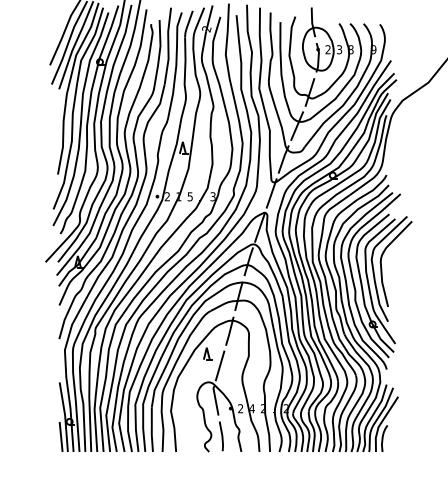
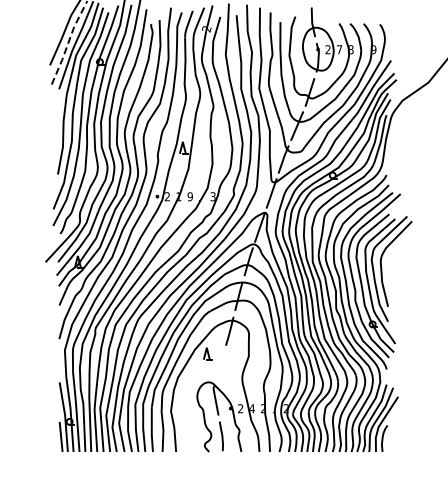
line at (68, 41): solid -> dashed
text at (339, 49): 3 -> 7
text at (189, 196): 5 -> 9
line at (219, 365): present -> none
